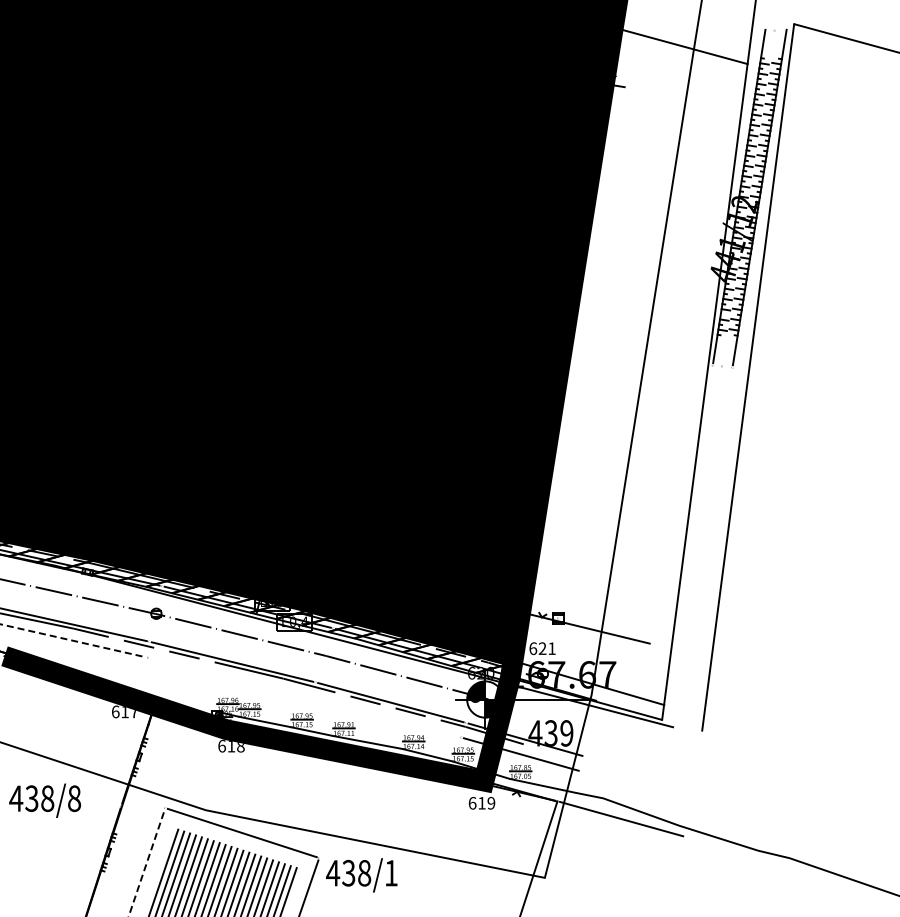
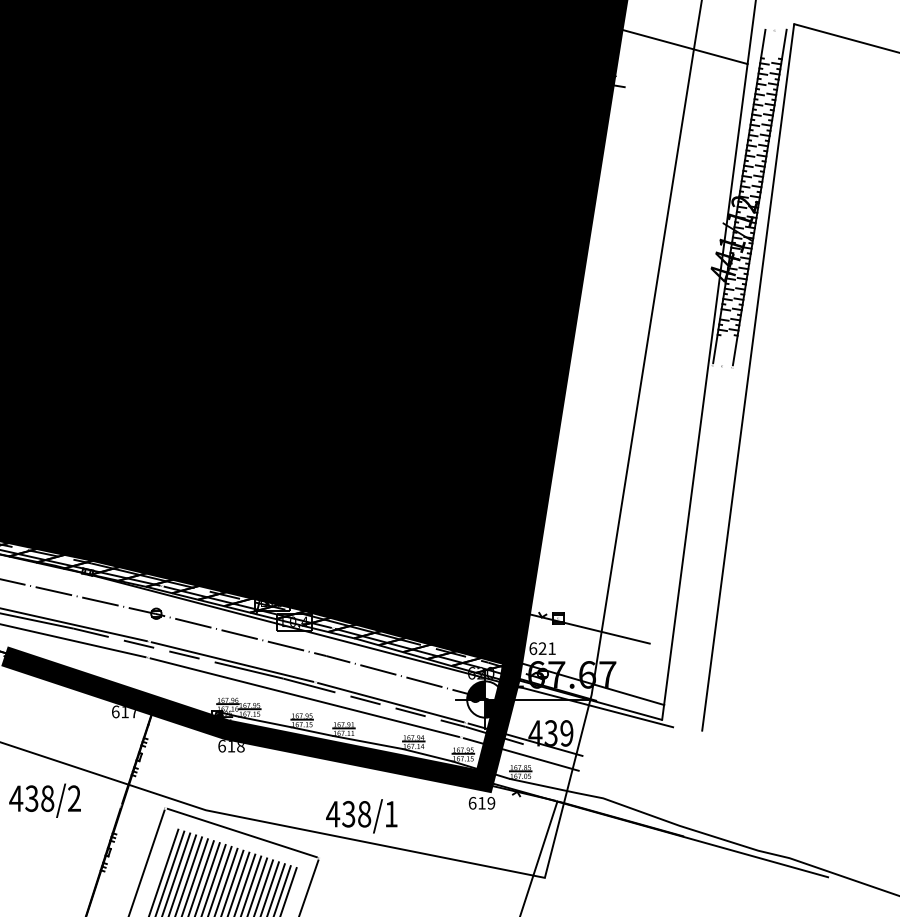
line at (73, 640): dashed -> solid
line at (304, 697): none -> present
text at (74, 798): 438/8 -> 438/2
line at (692, 839): none -> present
line at (146, 863): dashed -> solid
text at (361, 875) position: (361, 875) -> (361, 816)
